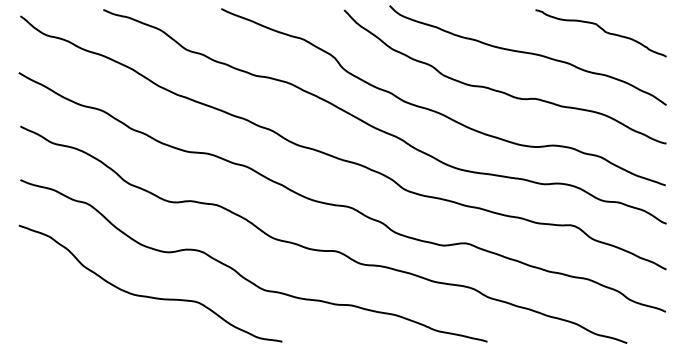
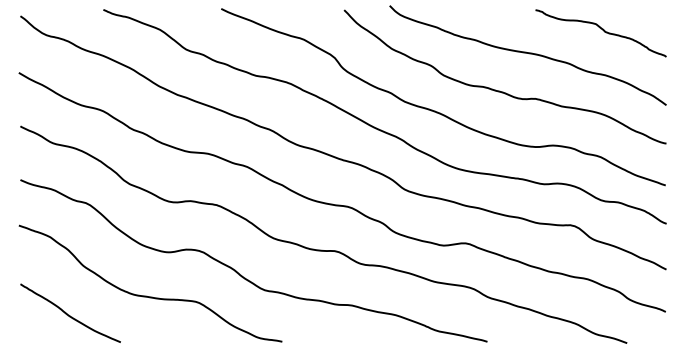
curve at (68, 314): none -> present
